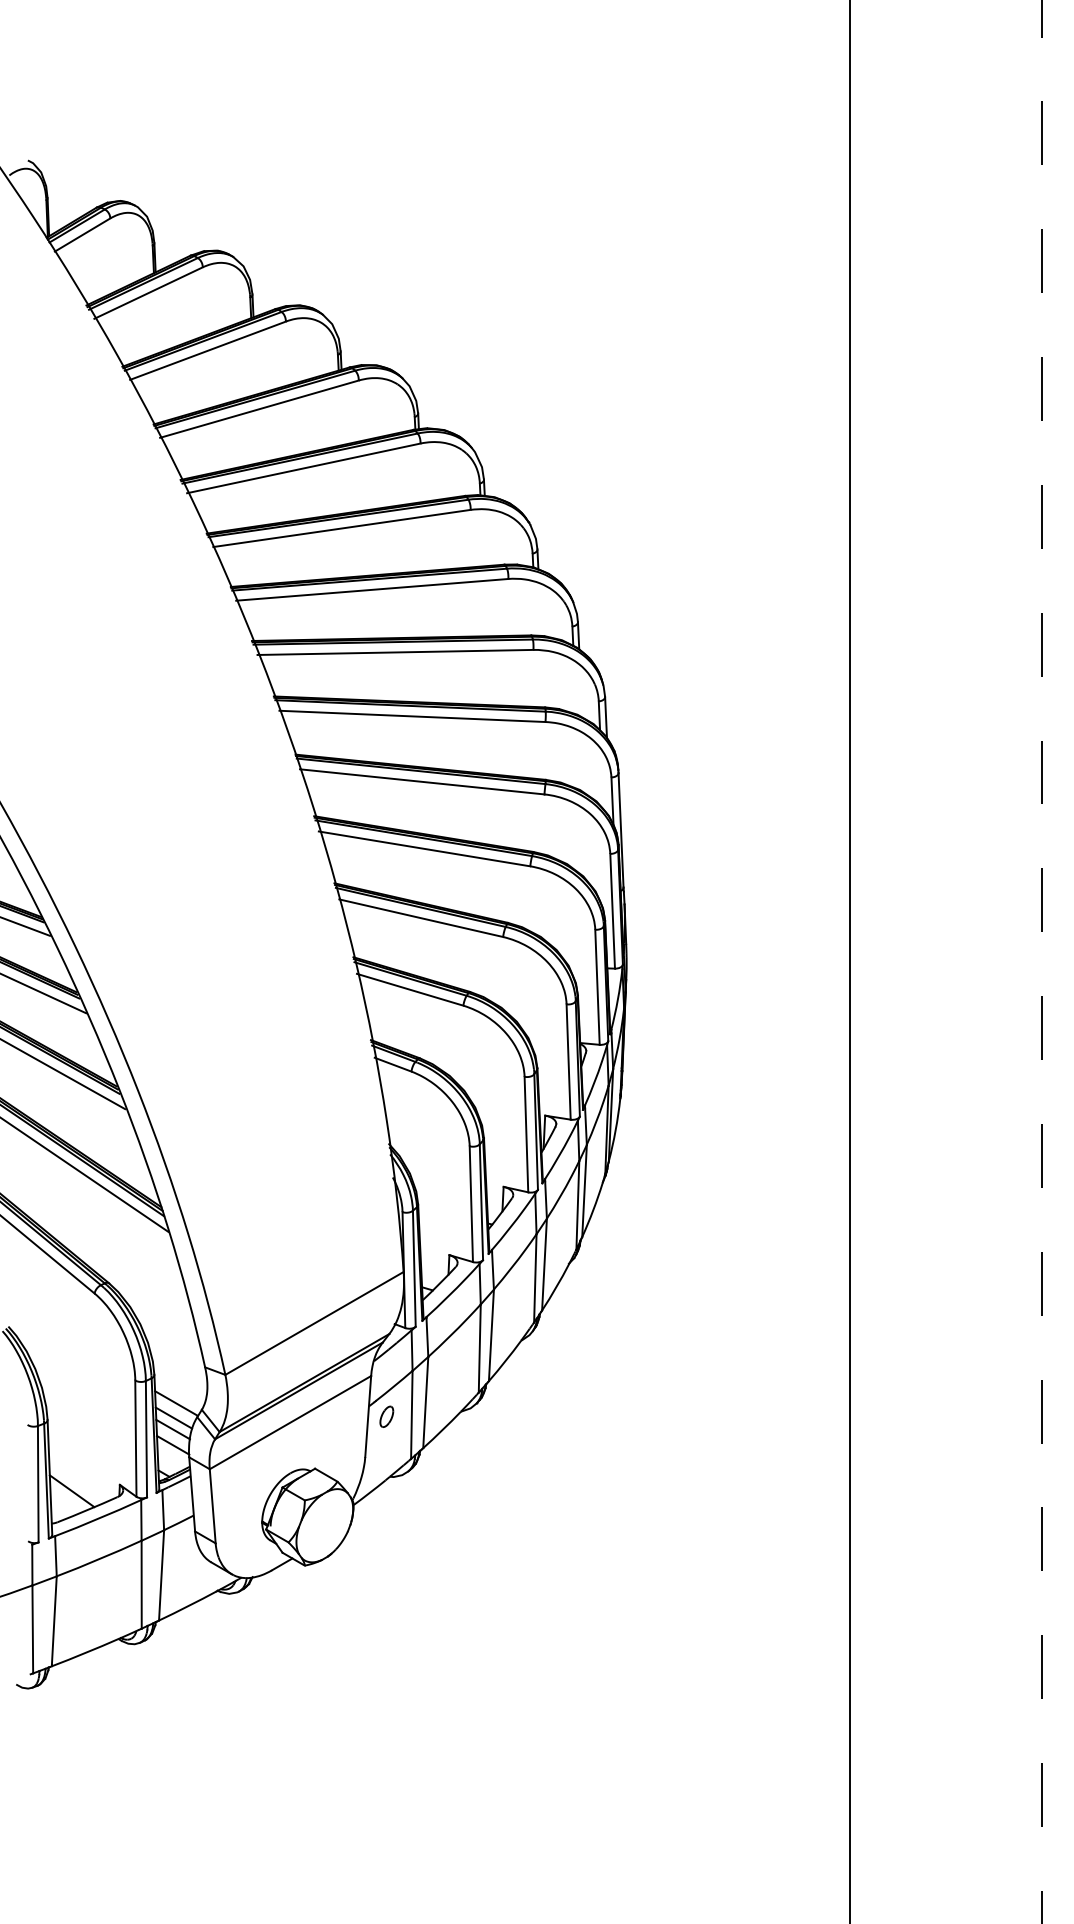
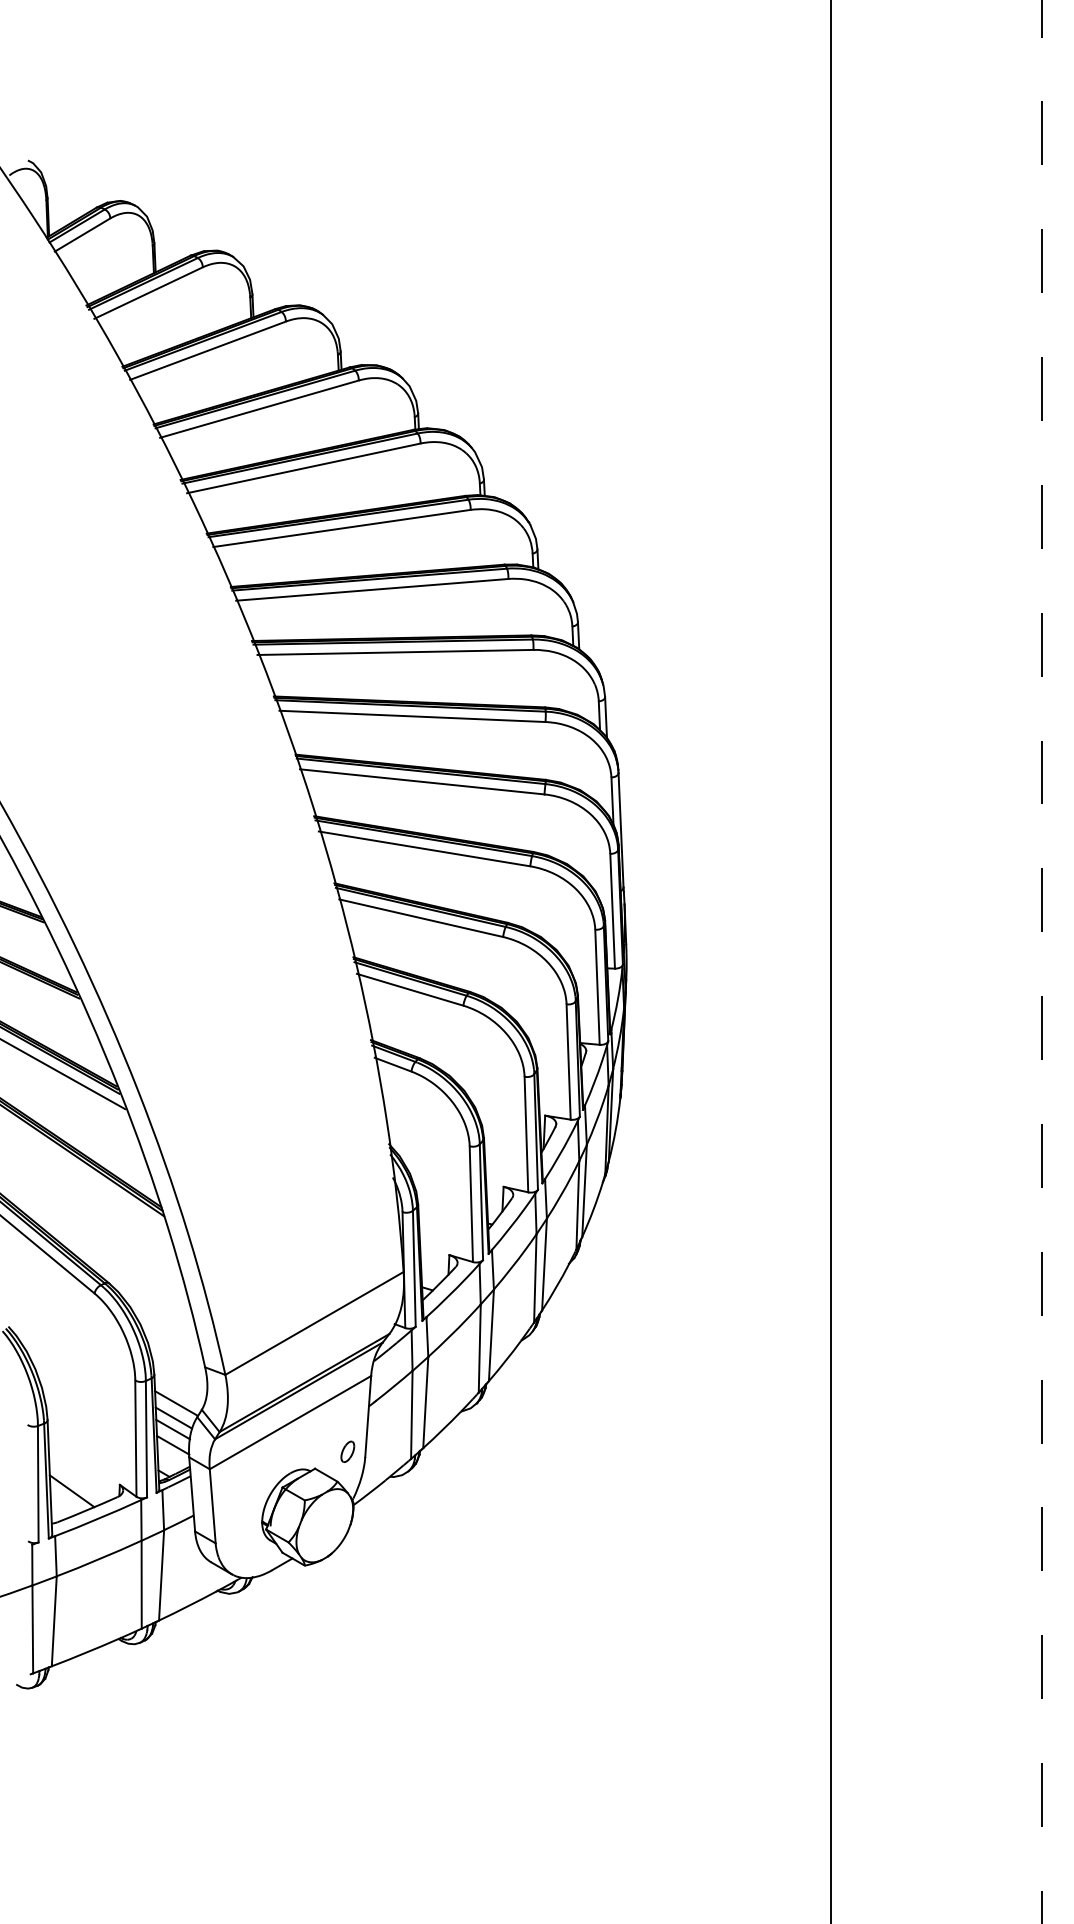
line at (25, 926): present -> none
line at (850, 961) position: (850, 961) -> (831, 961)
line at (44, 993): present -> none
line at (85, 1174): present -> none
part at (386, 1416) position: (386, 1416) -> (347, 1451)
